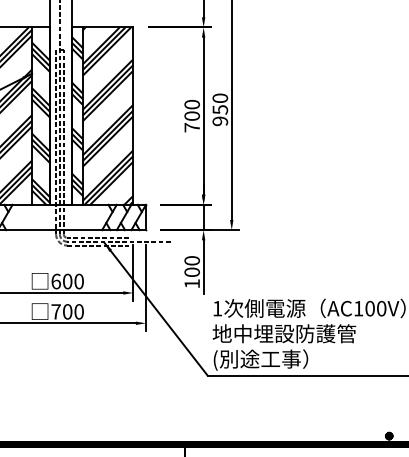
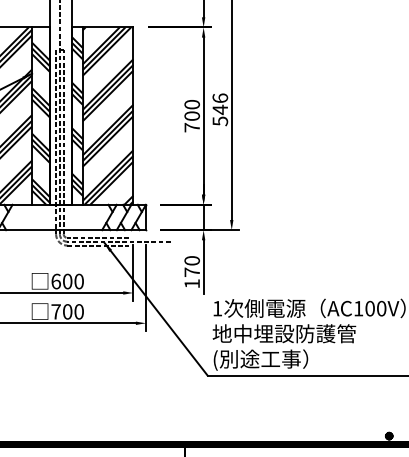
text at (220, 109): 950 -> 546
text at (191, 271): 100 -> 170
